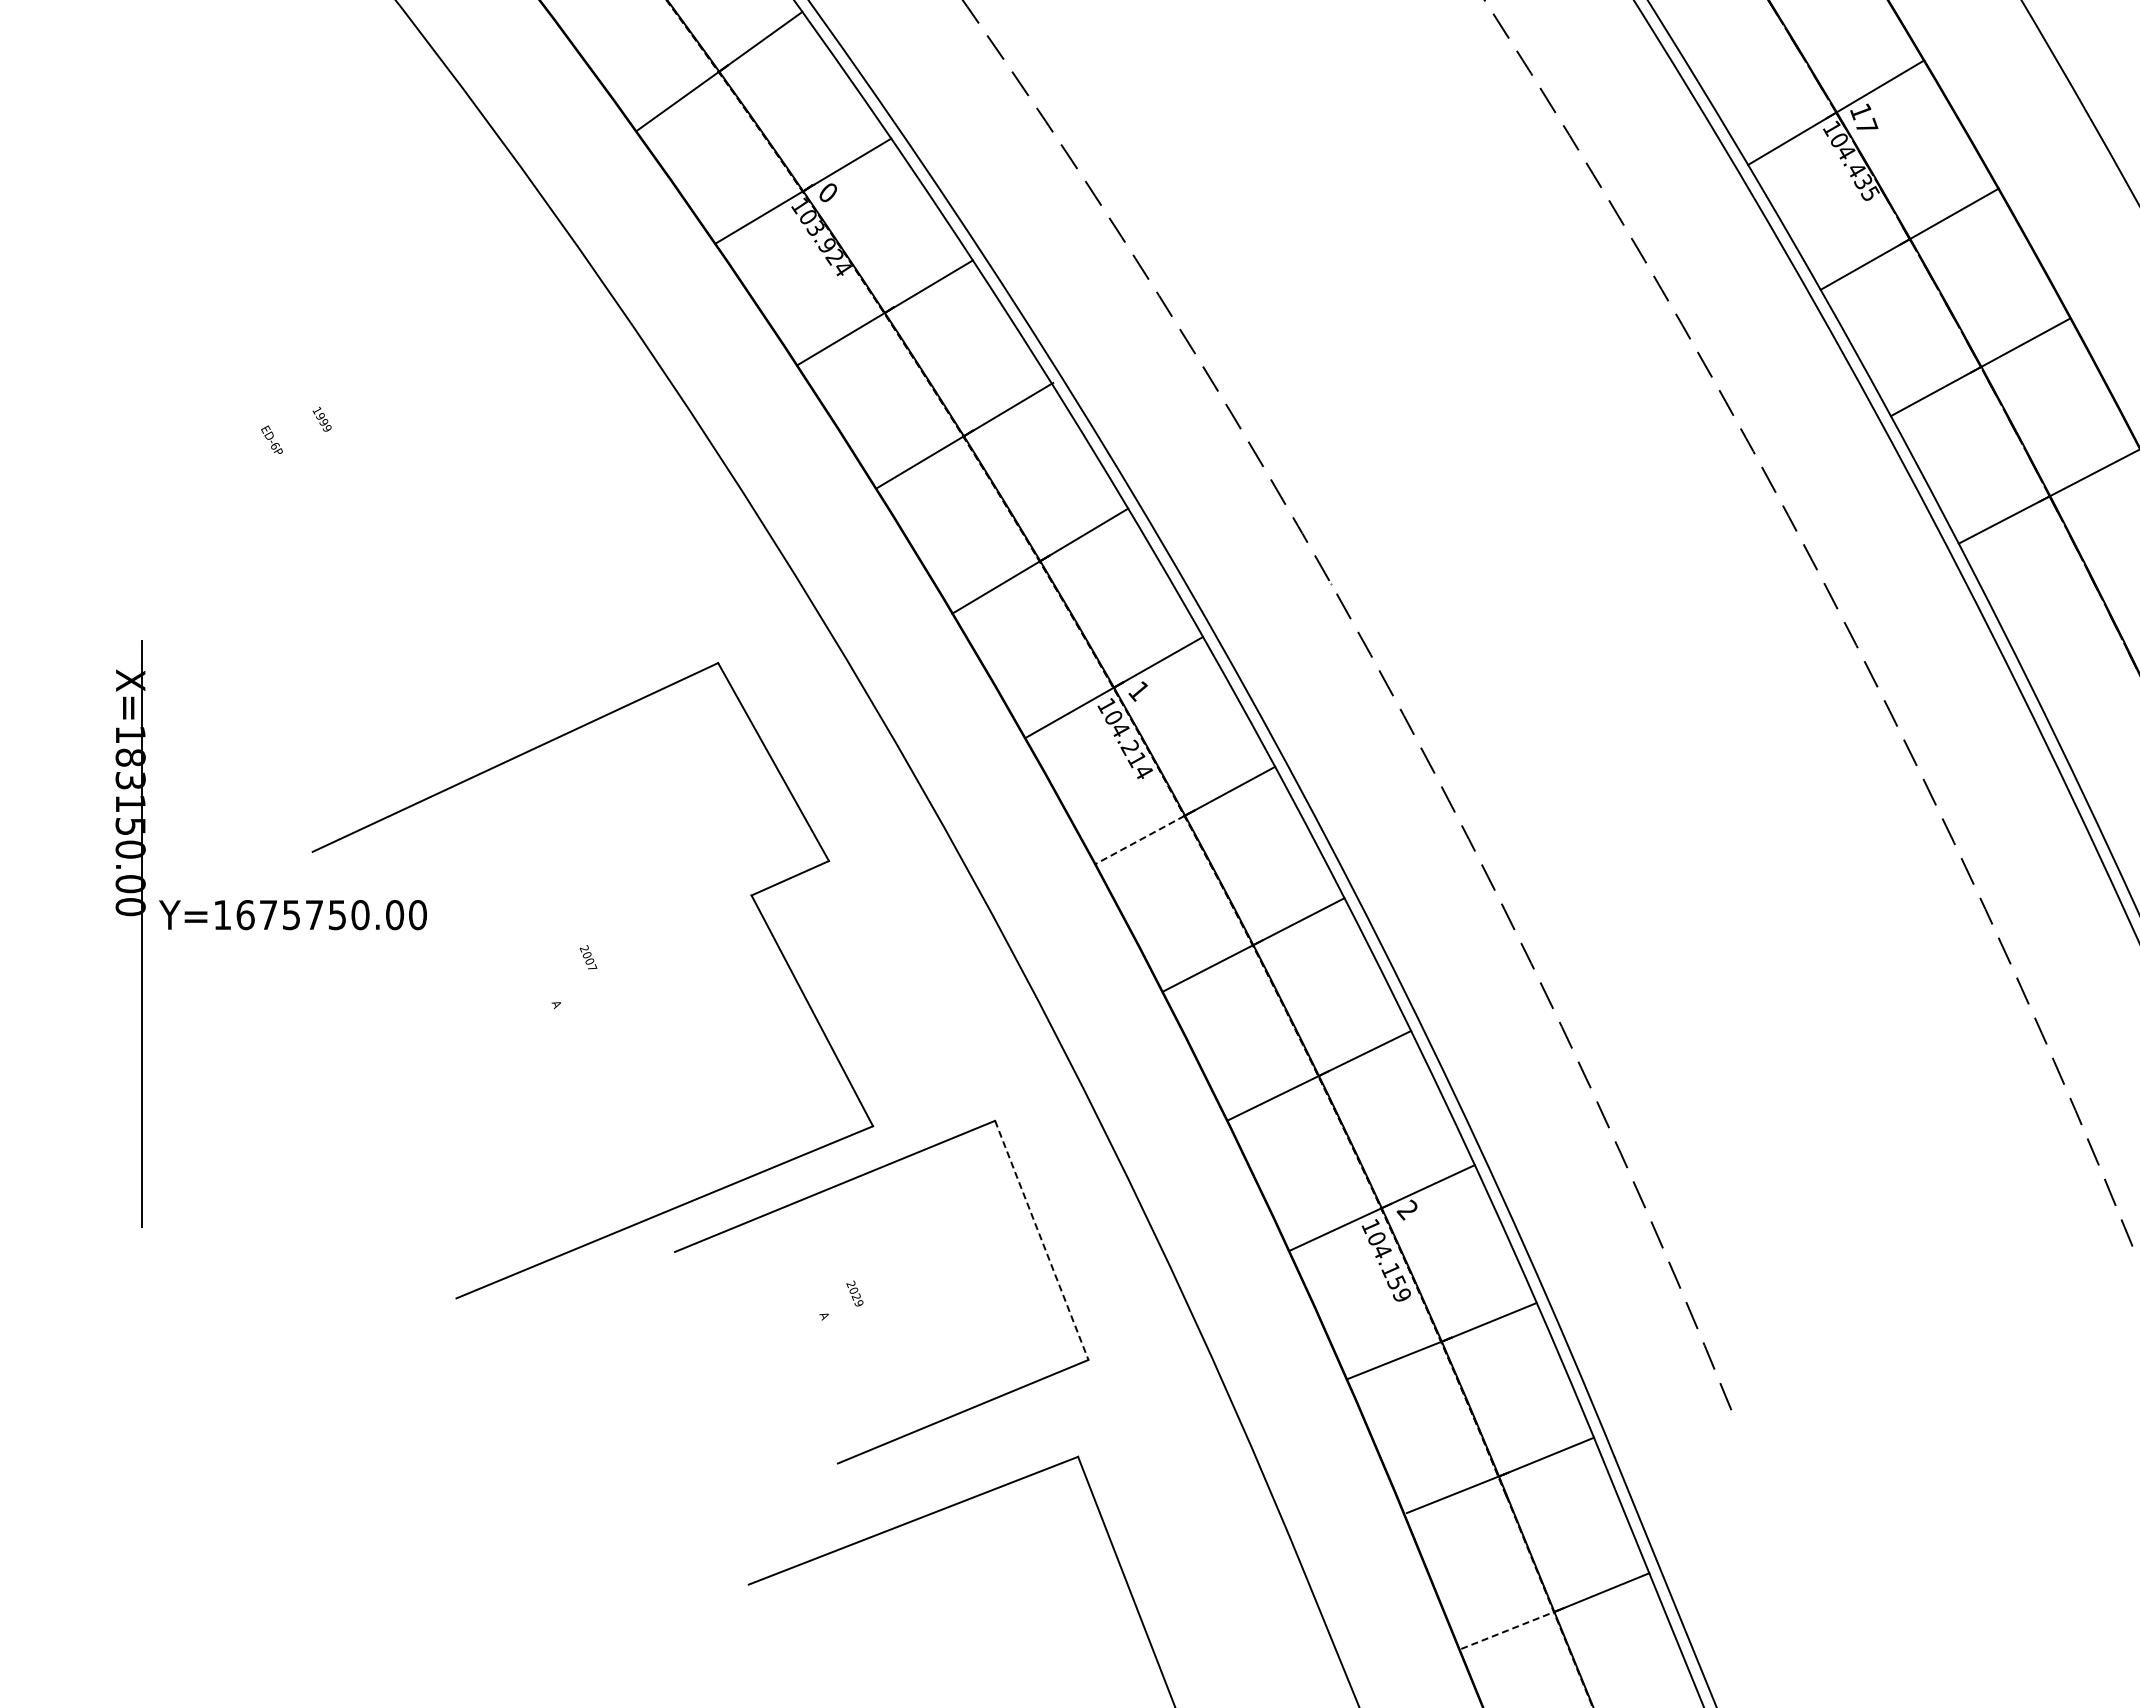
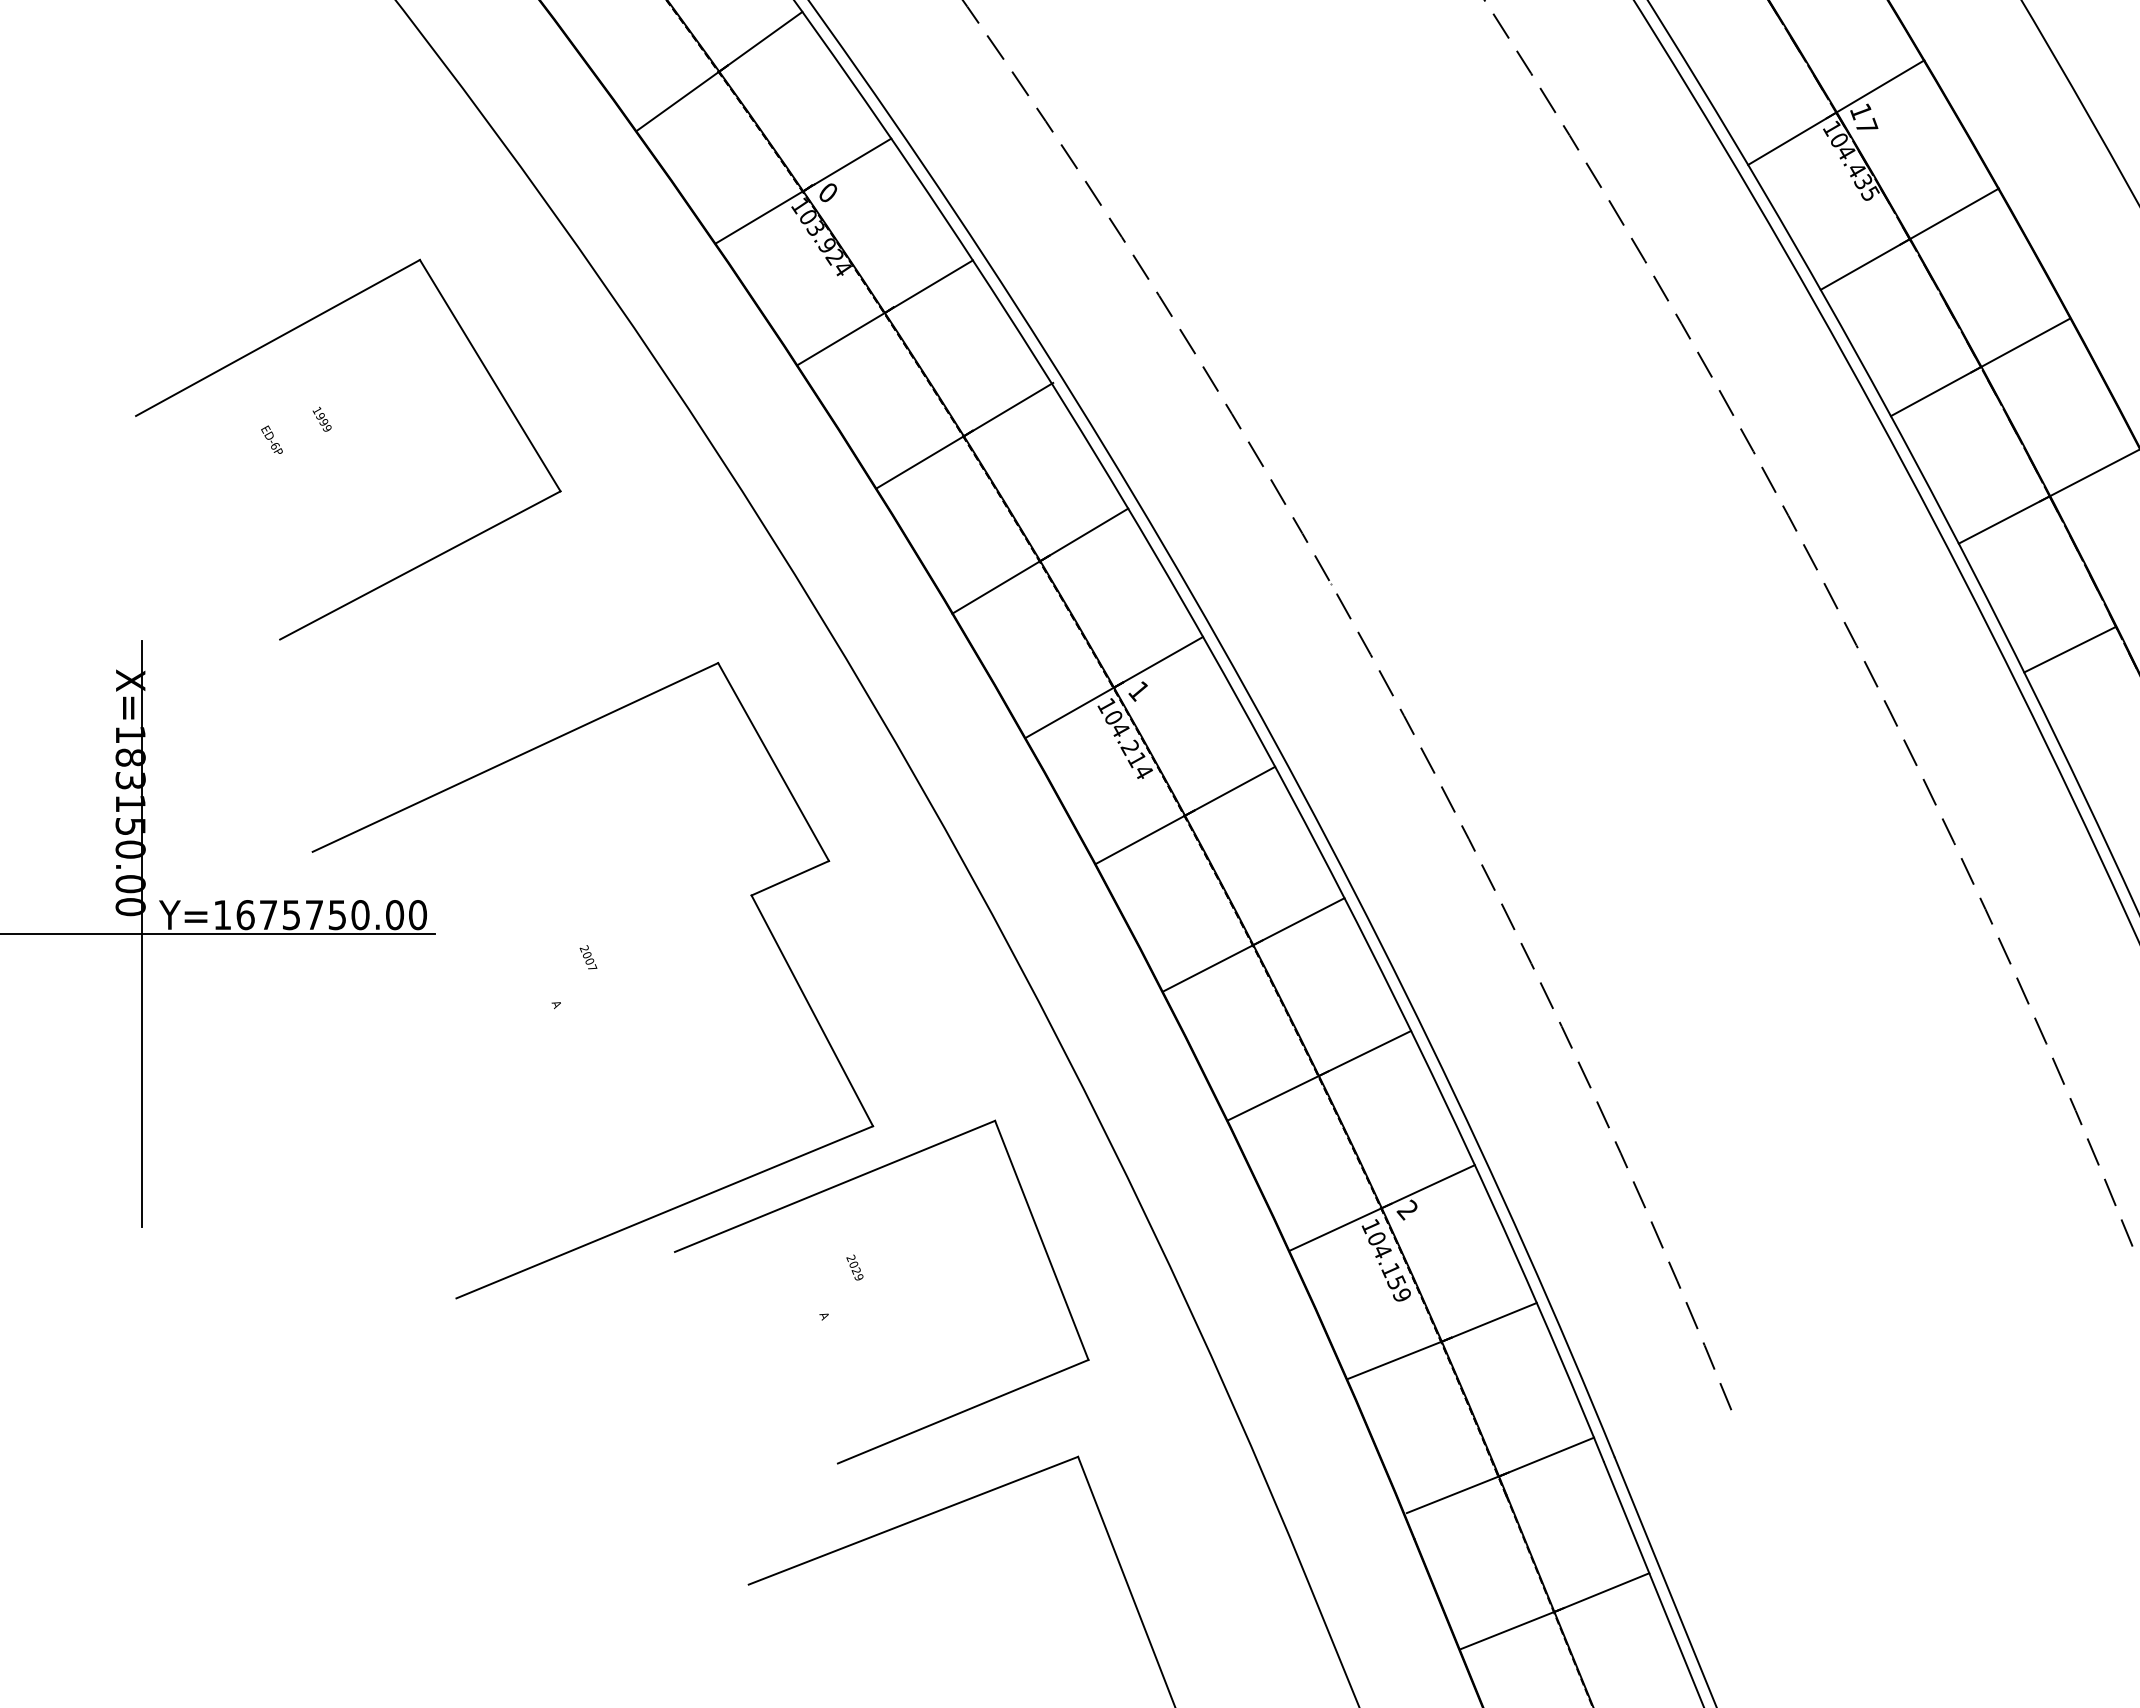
part at (281, 337): none -> present
line at (2070, 649): none -> present
line at (1140, 840): dashed -> solid
line at (218, 933): none -> present
line at (1041, 1240): dashed -> solid
text at (854, 1293) position: (854, 1293) -> (854, 1267)
line at (1509, 1629): dashed -> solid
